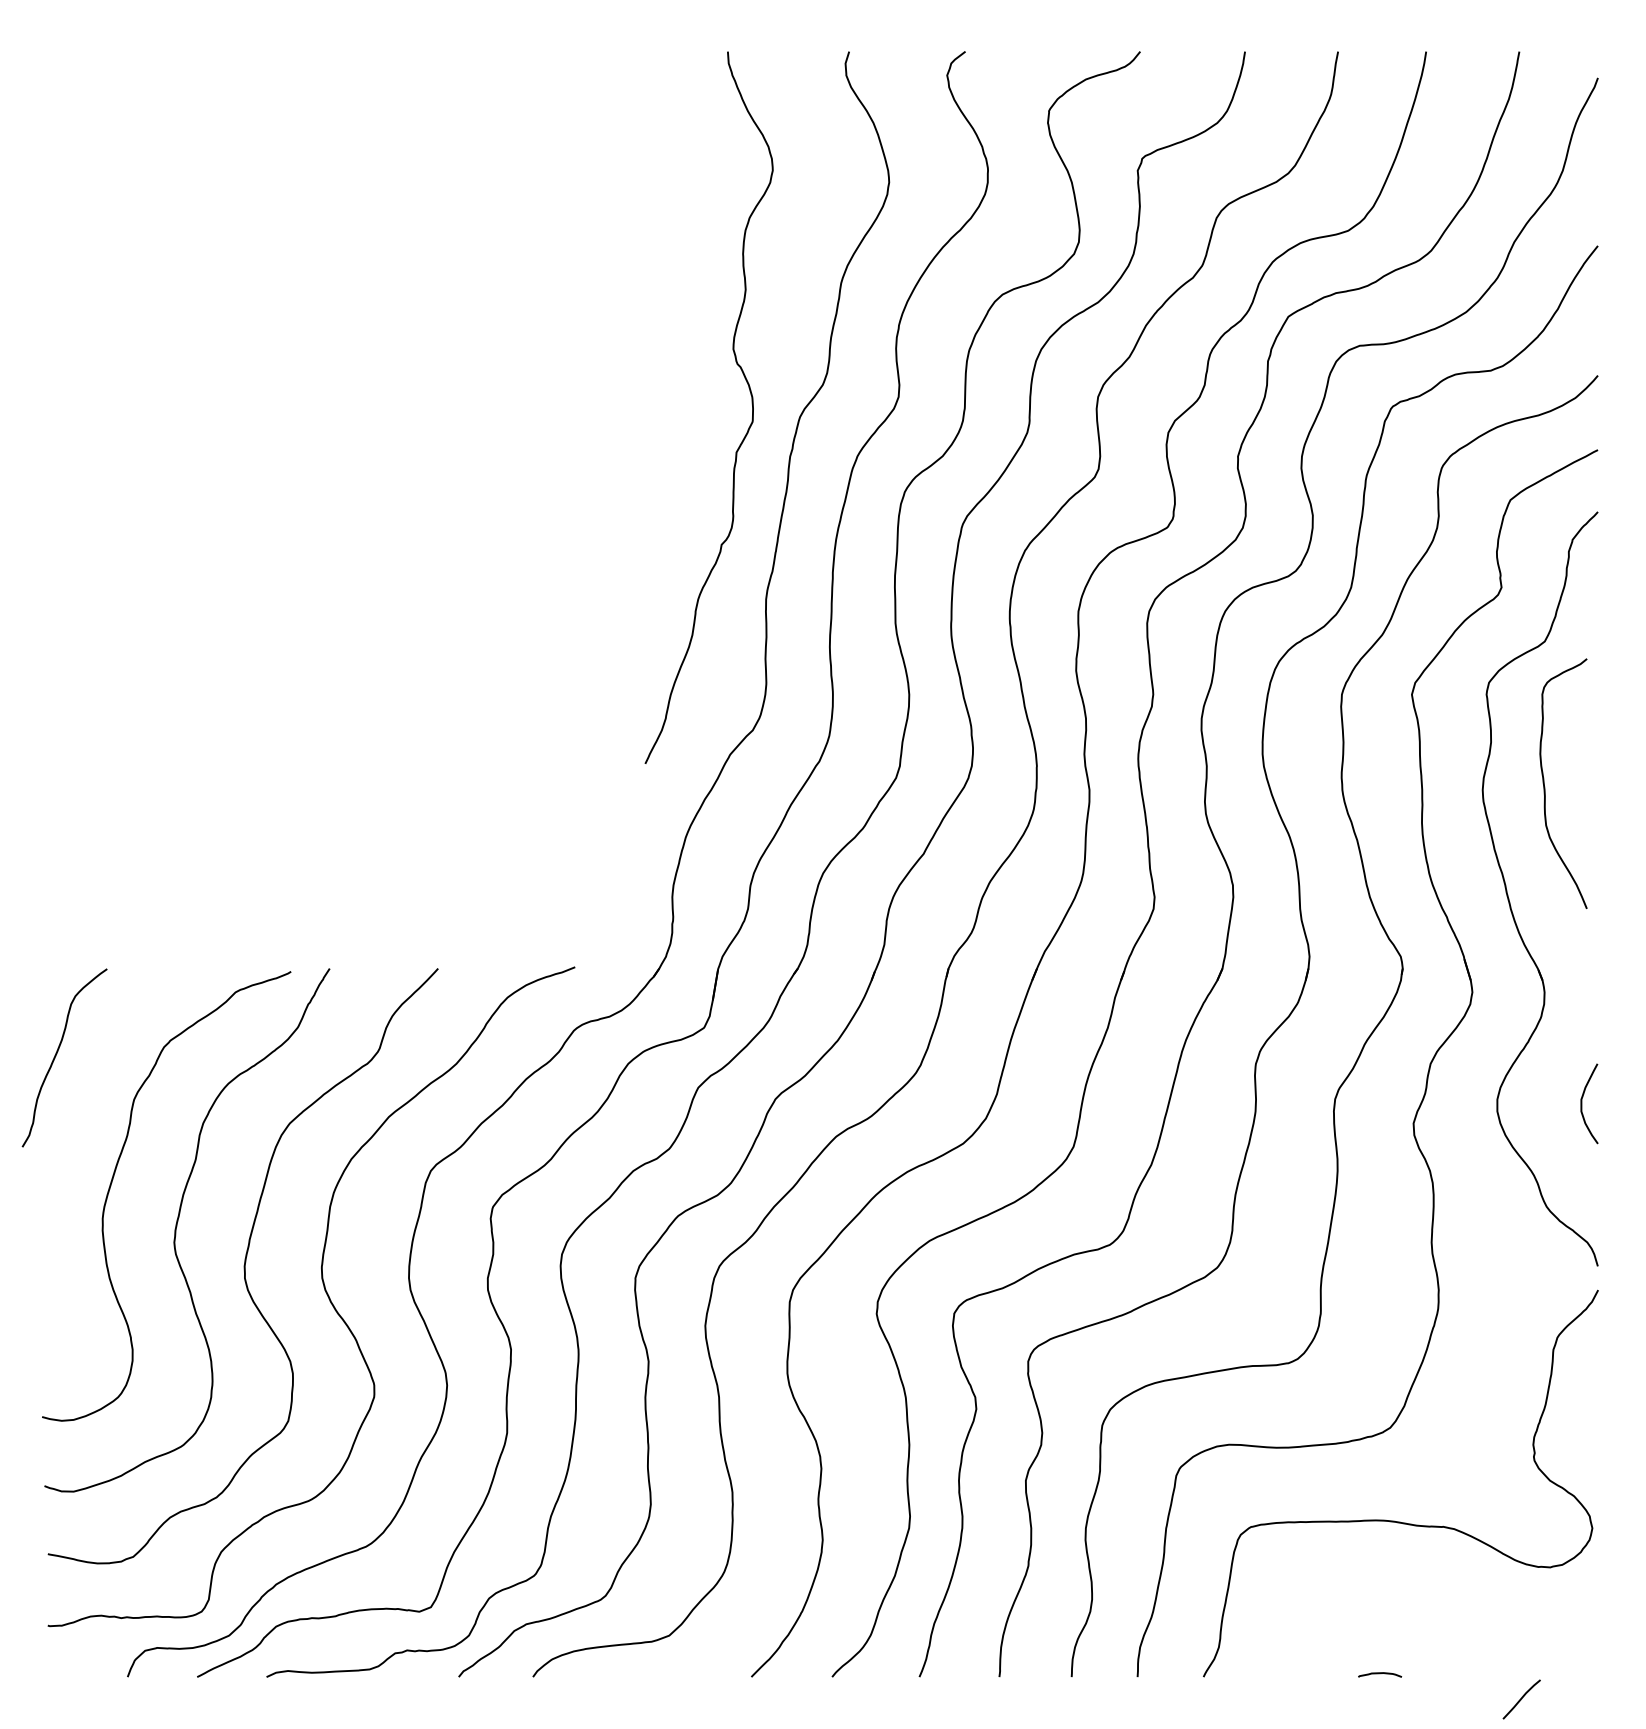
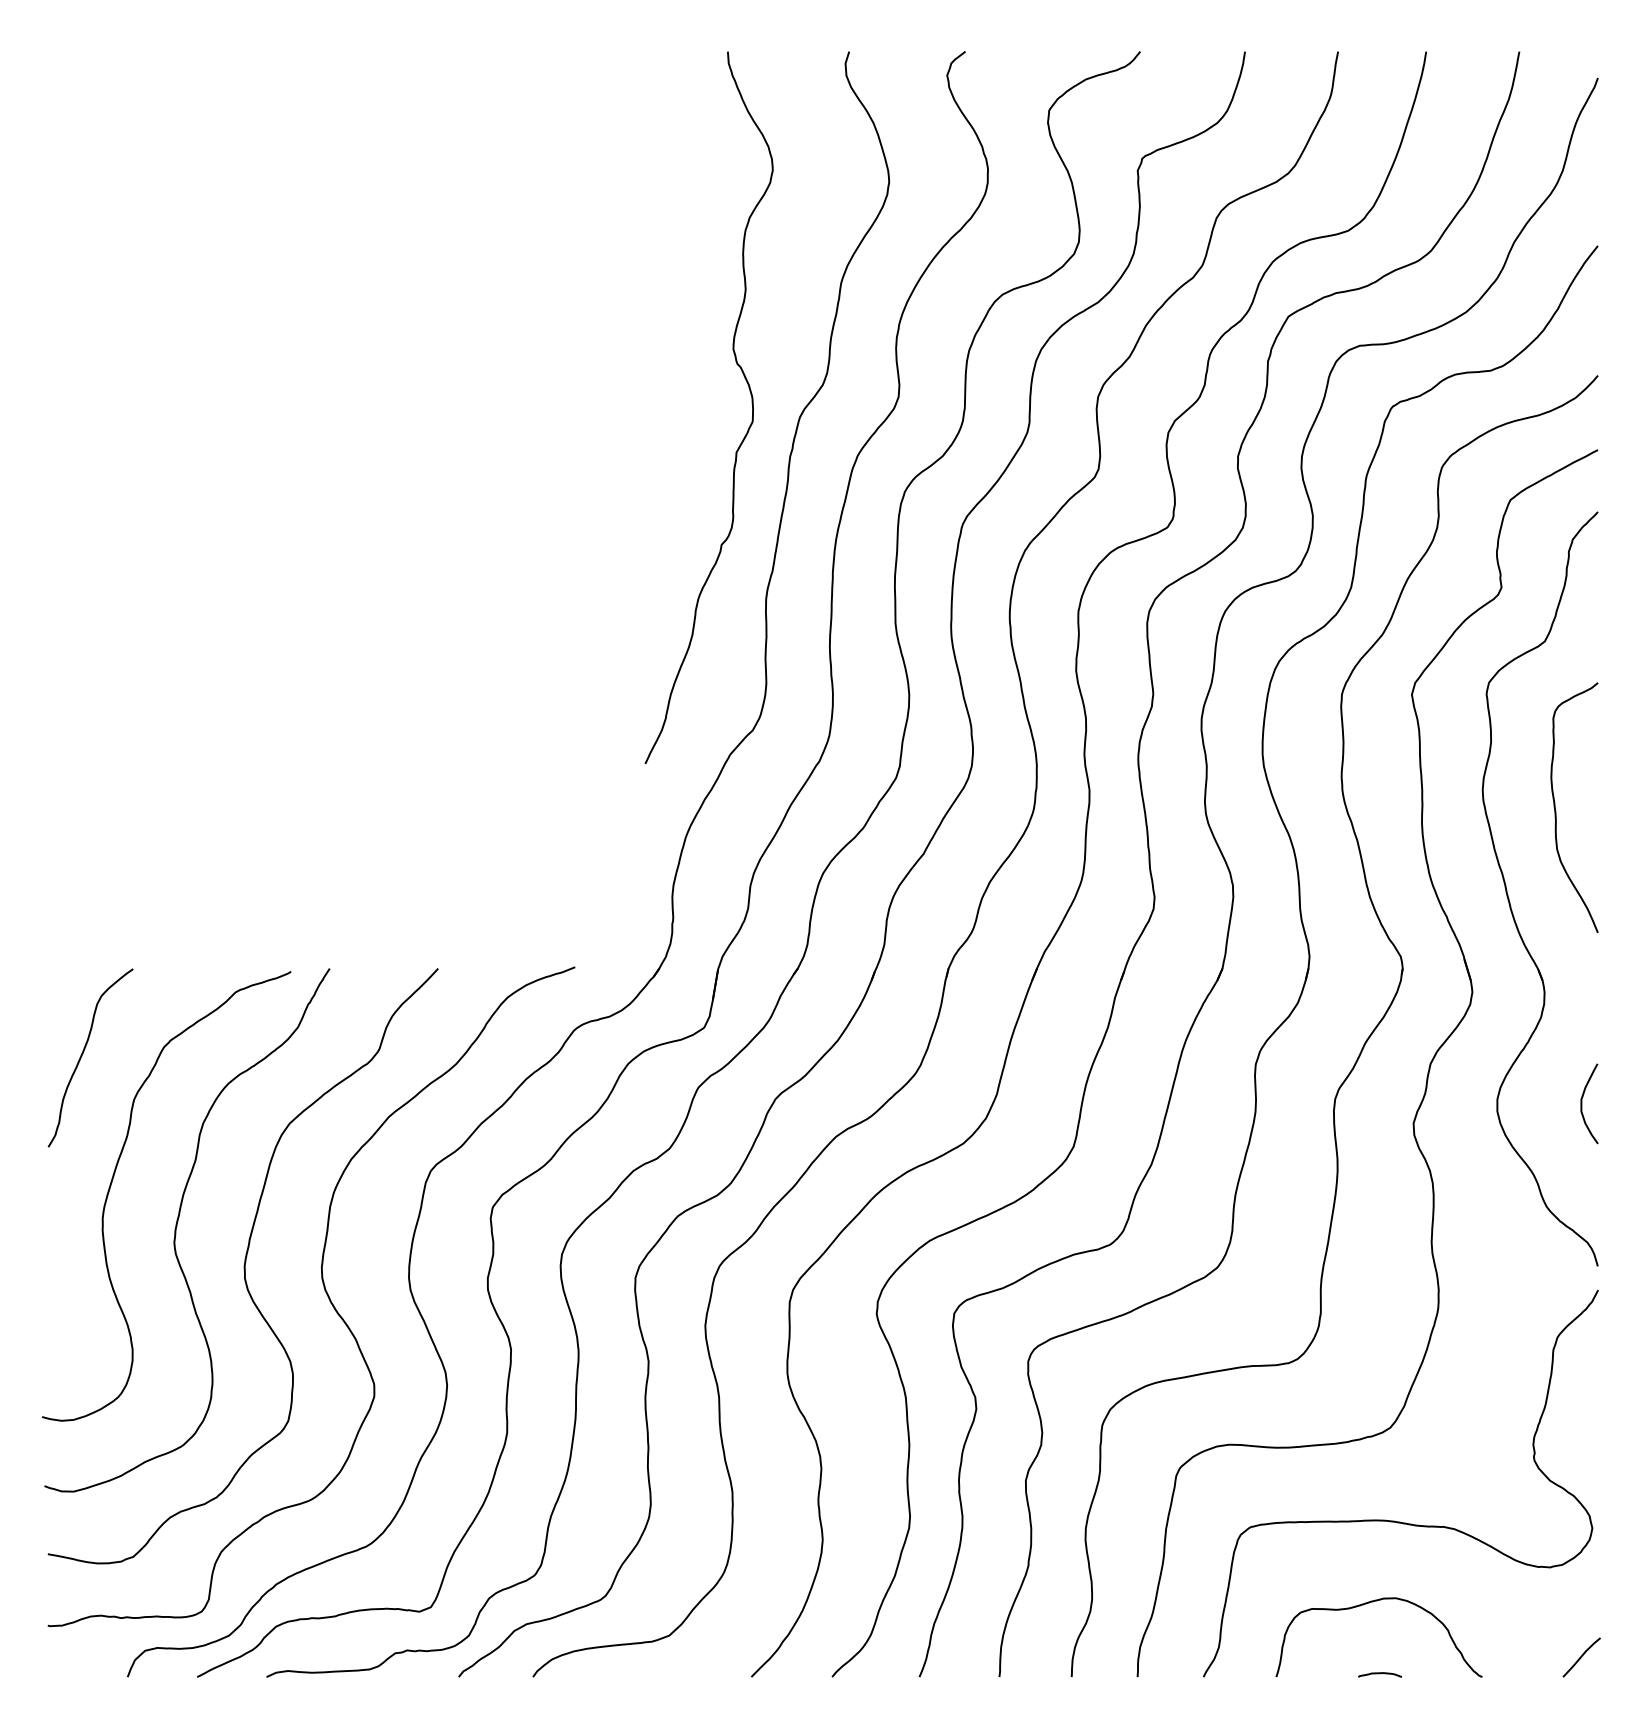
curve at (1545, 786) position: (1545, 786) -> (1556, 810)
curve at (57, 1054) position: (57, 1054) -> (83, 1054)
curve at (1366, 1604): none -> present
curve at (1521, 1699) position: (1521, 1699) -> (1581, 1657)
